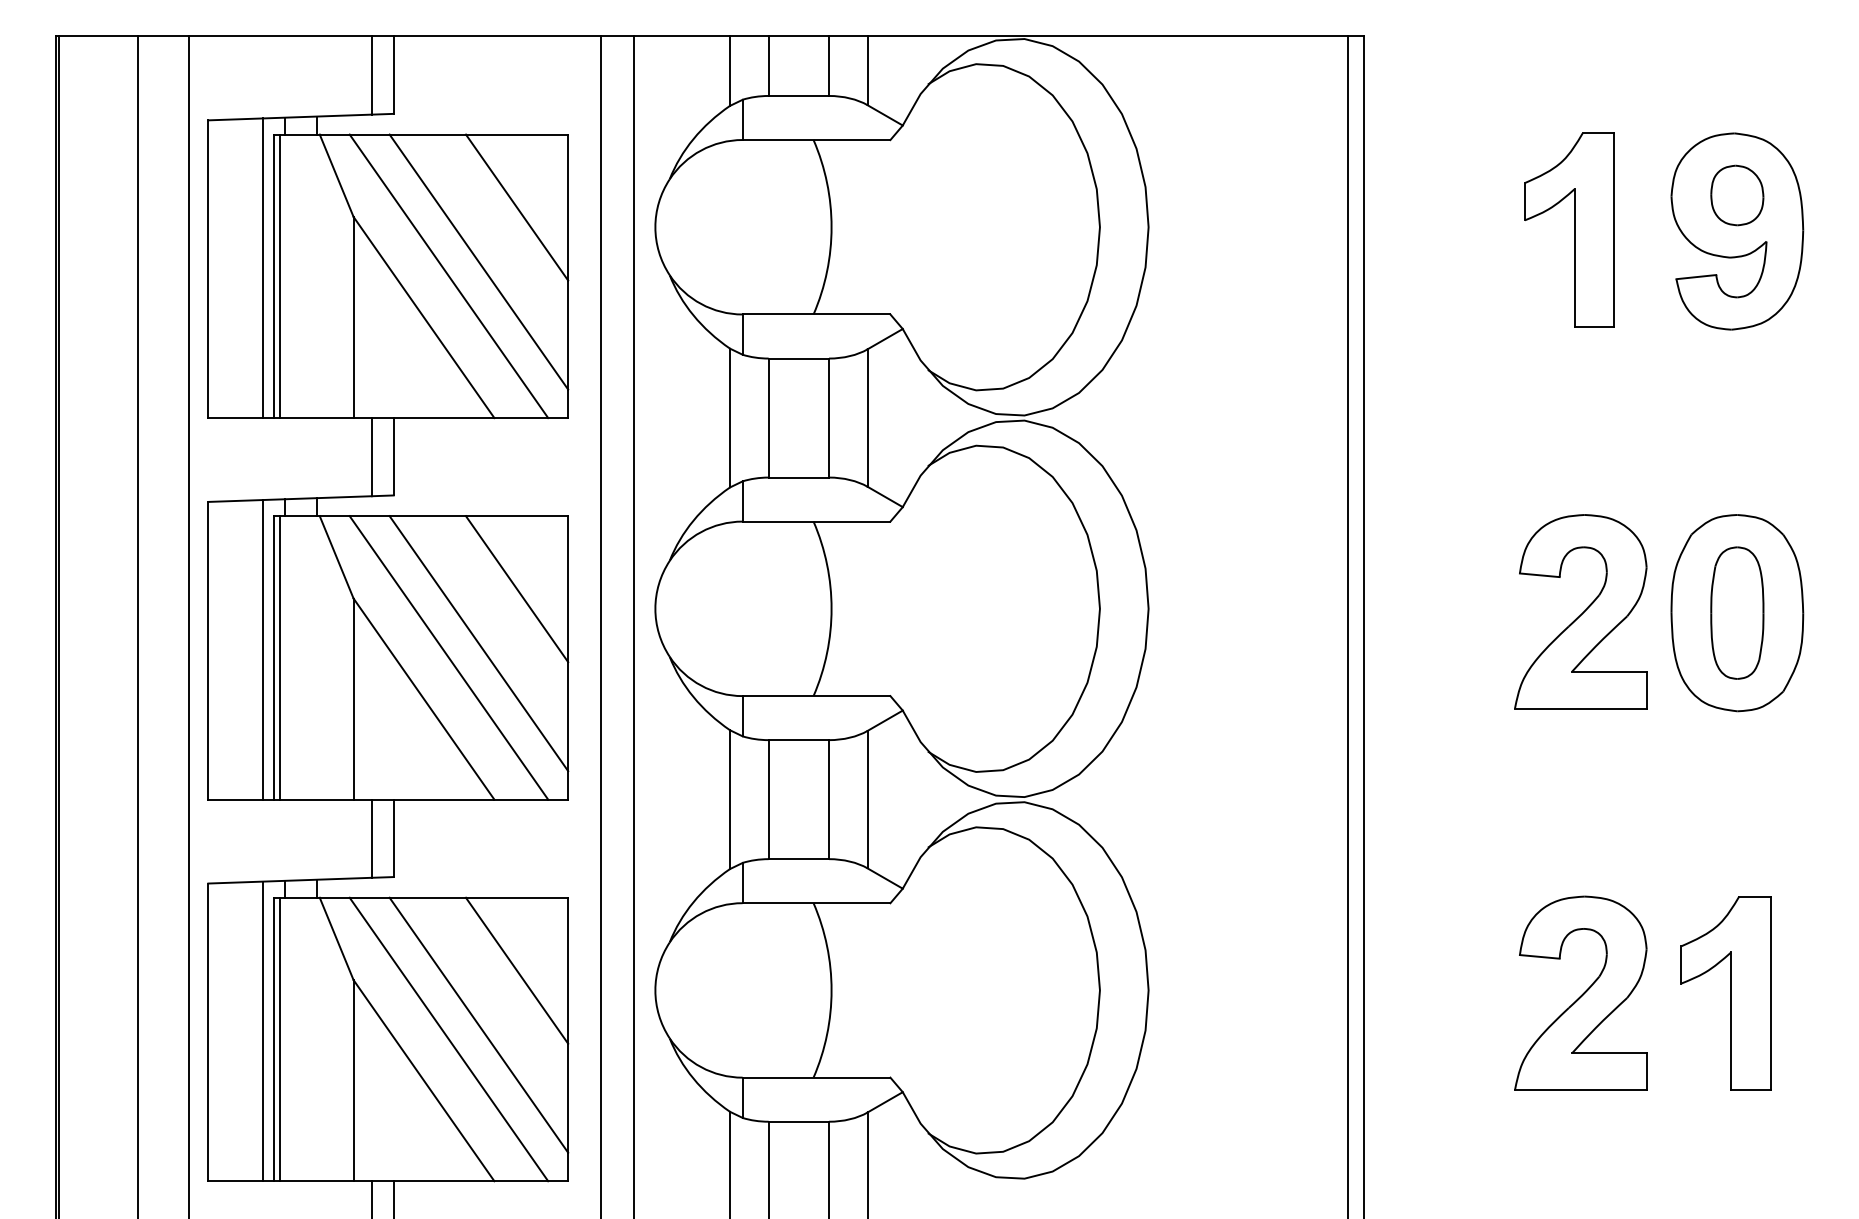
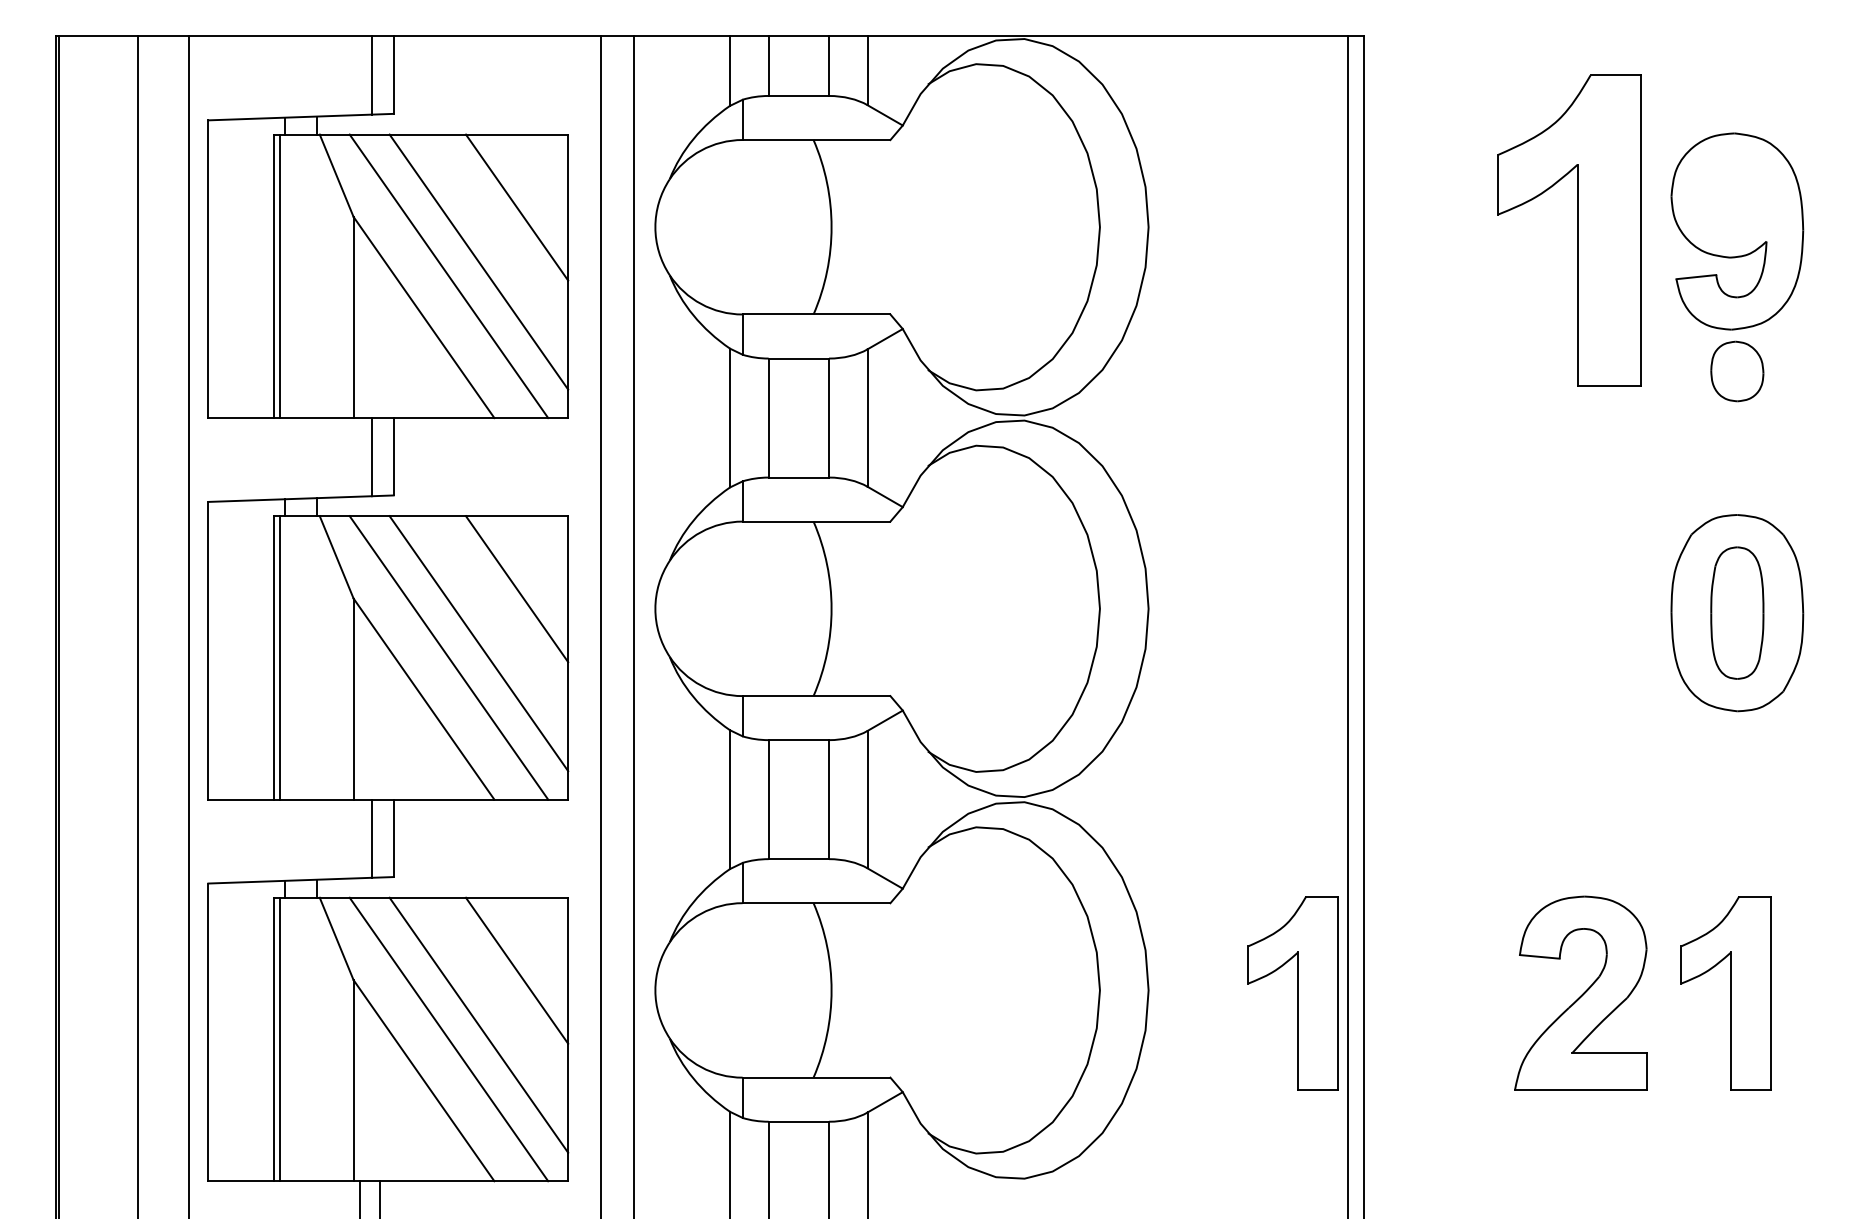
part at (1737, 195) position: (1737, 195) -> (1737, 371)
part at (1569, 229) size: 91x196 px -> 145x313 px
line at (262, 268): present -> none
part at (1580, 611): present -> none
line at (262, 649): present -> none
part at (1292, 993): none -> present
line at (262, 1031): present -> none
line at (371, 1198) position: (371, 1198) -> (359, 1198)
line at (393, 1198) position: (393, 1198) -> (379, 1198)
